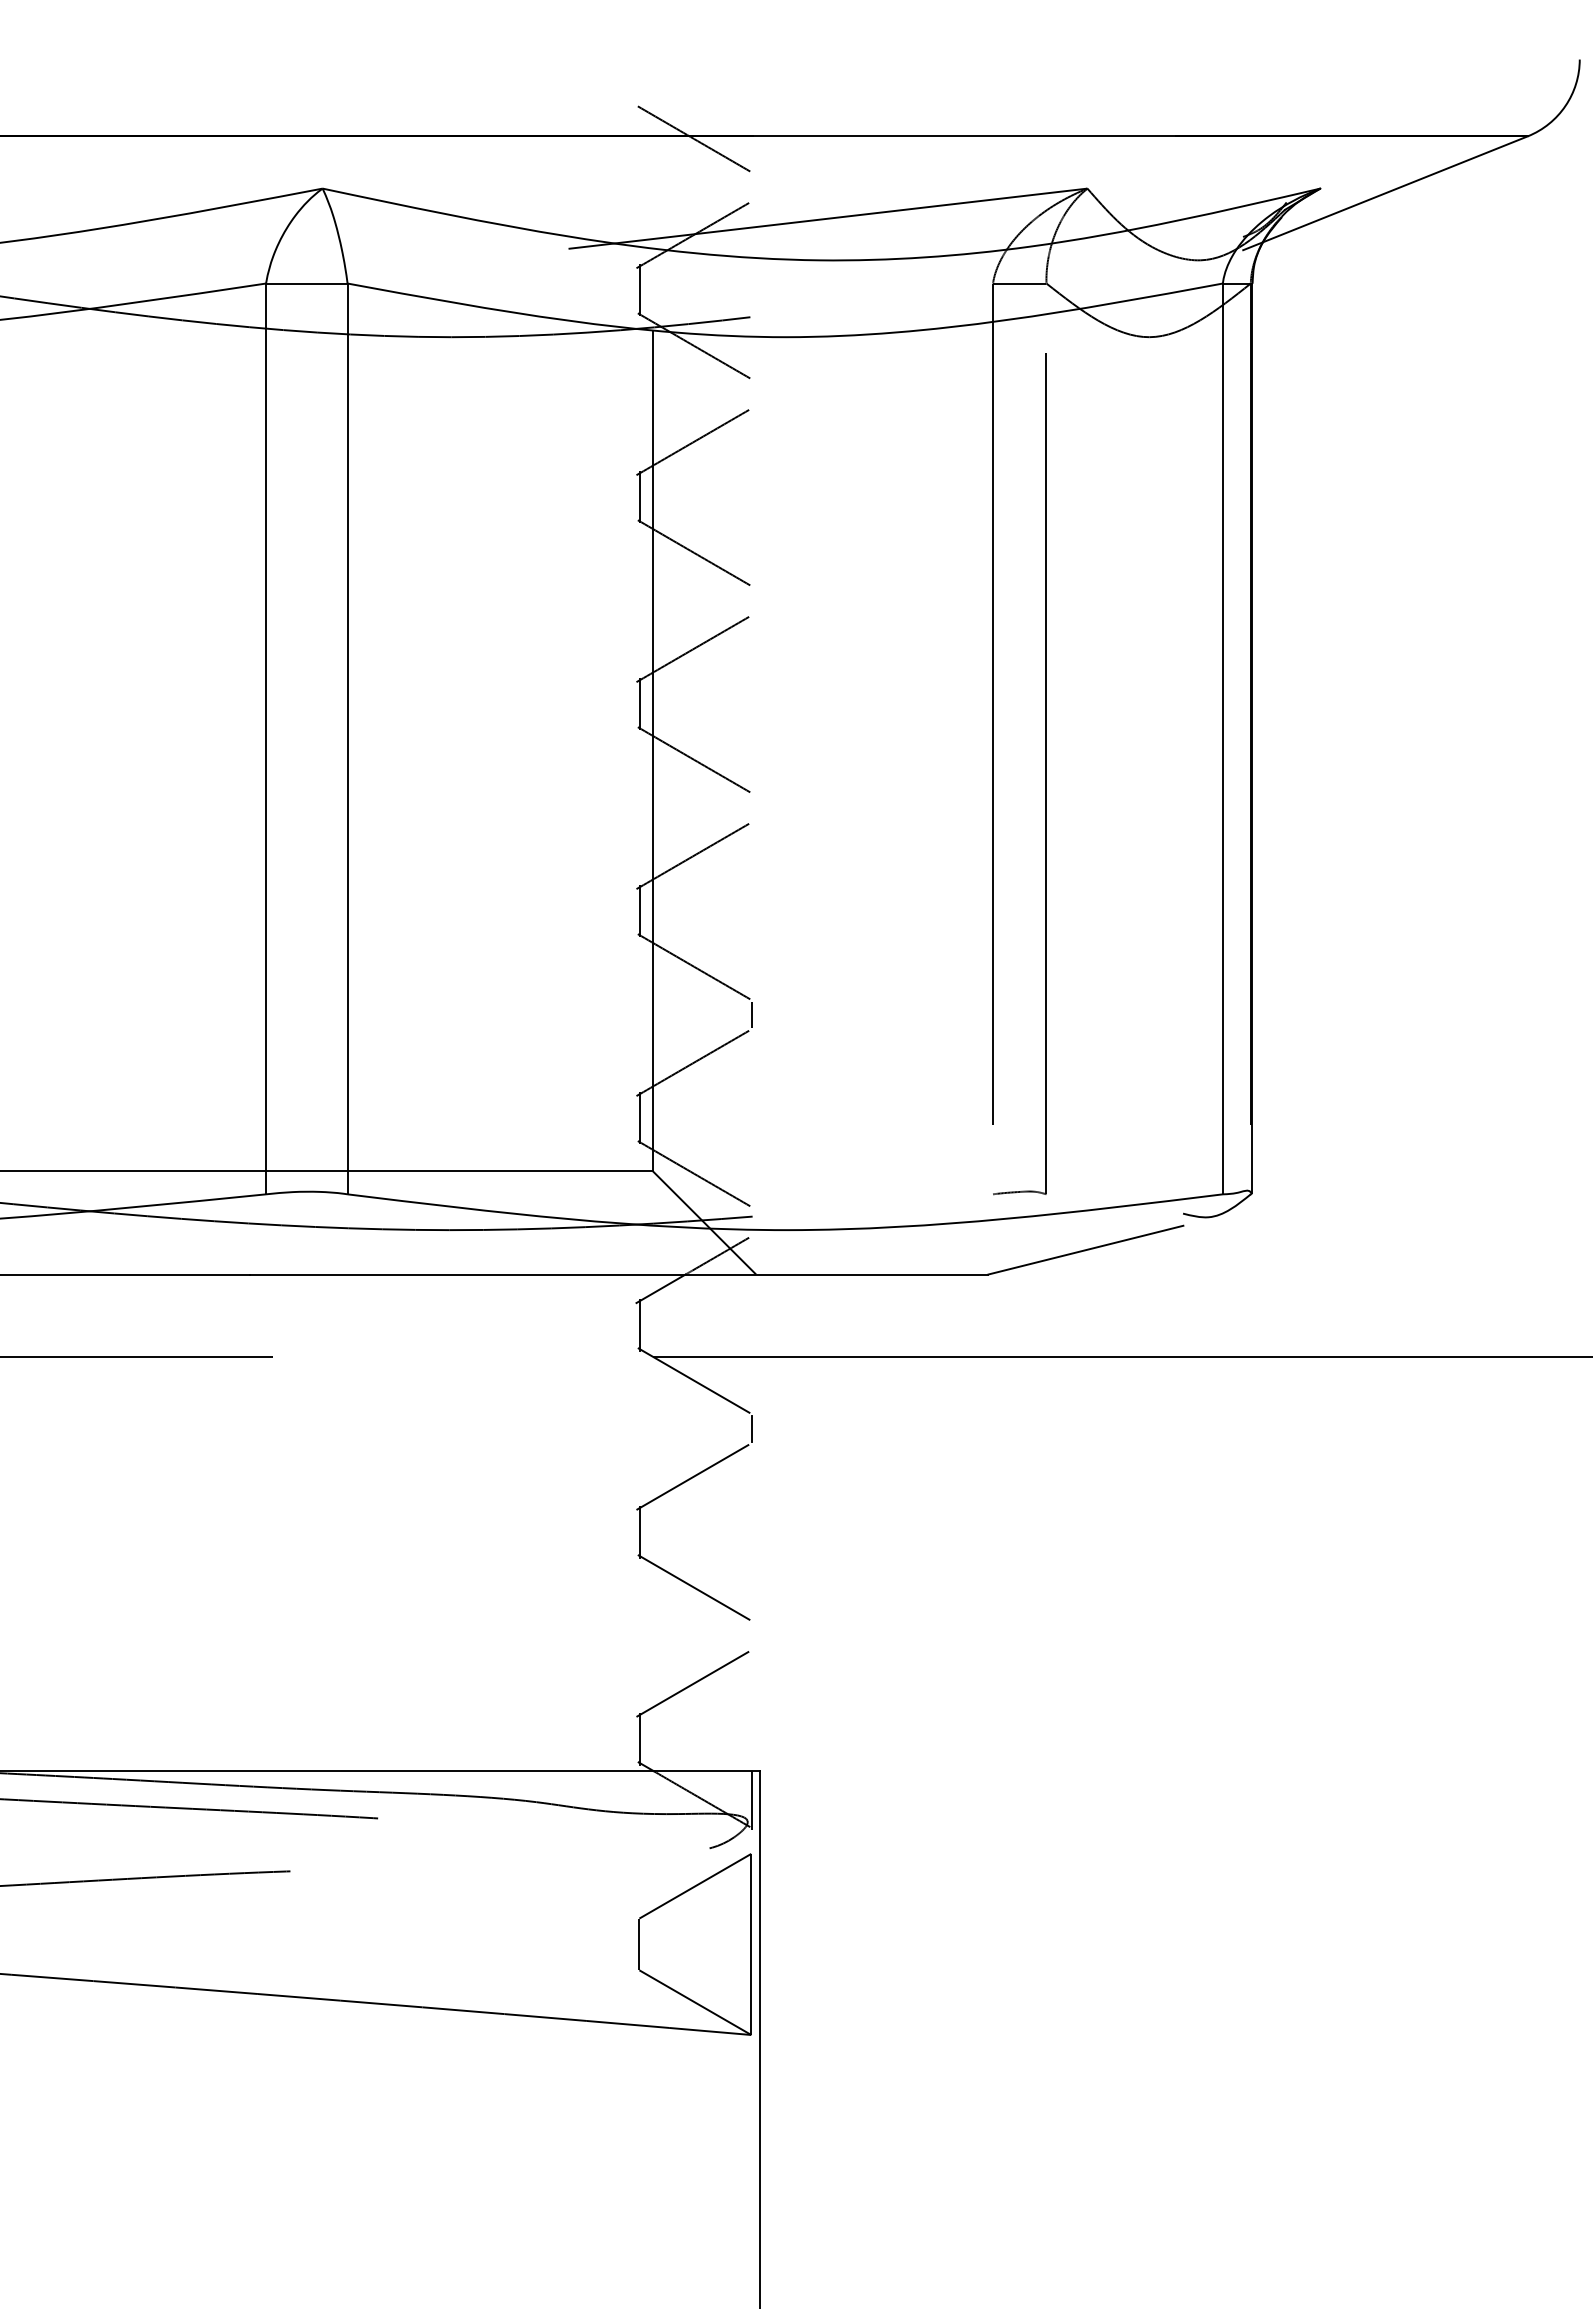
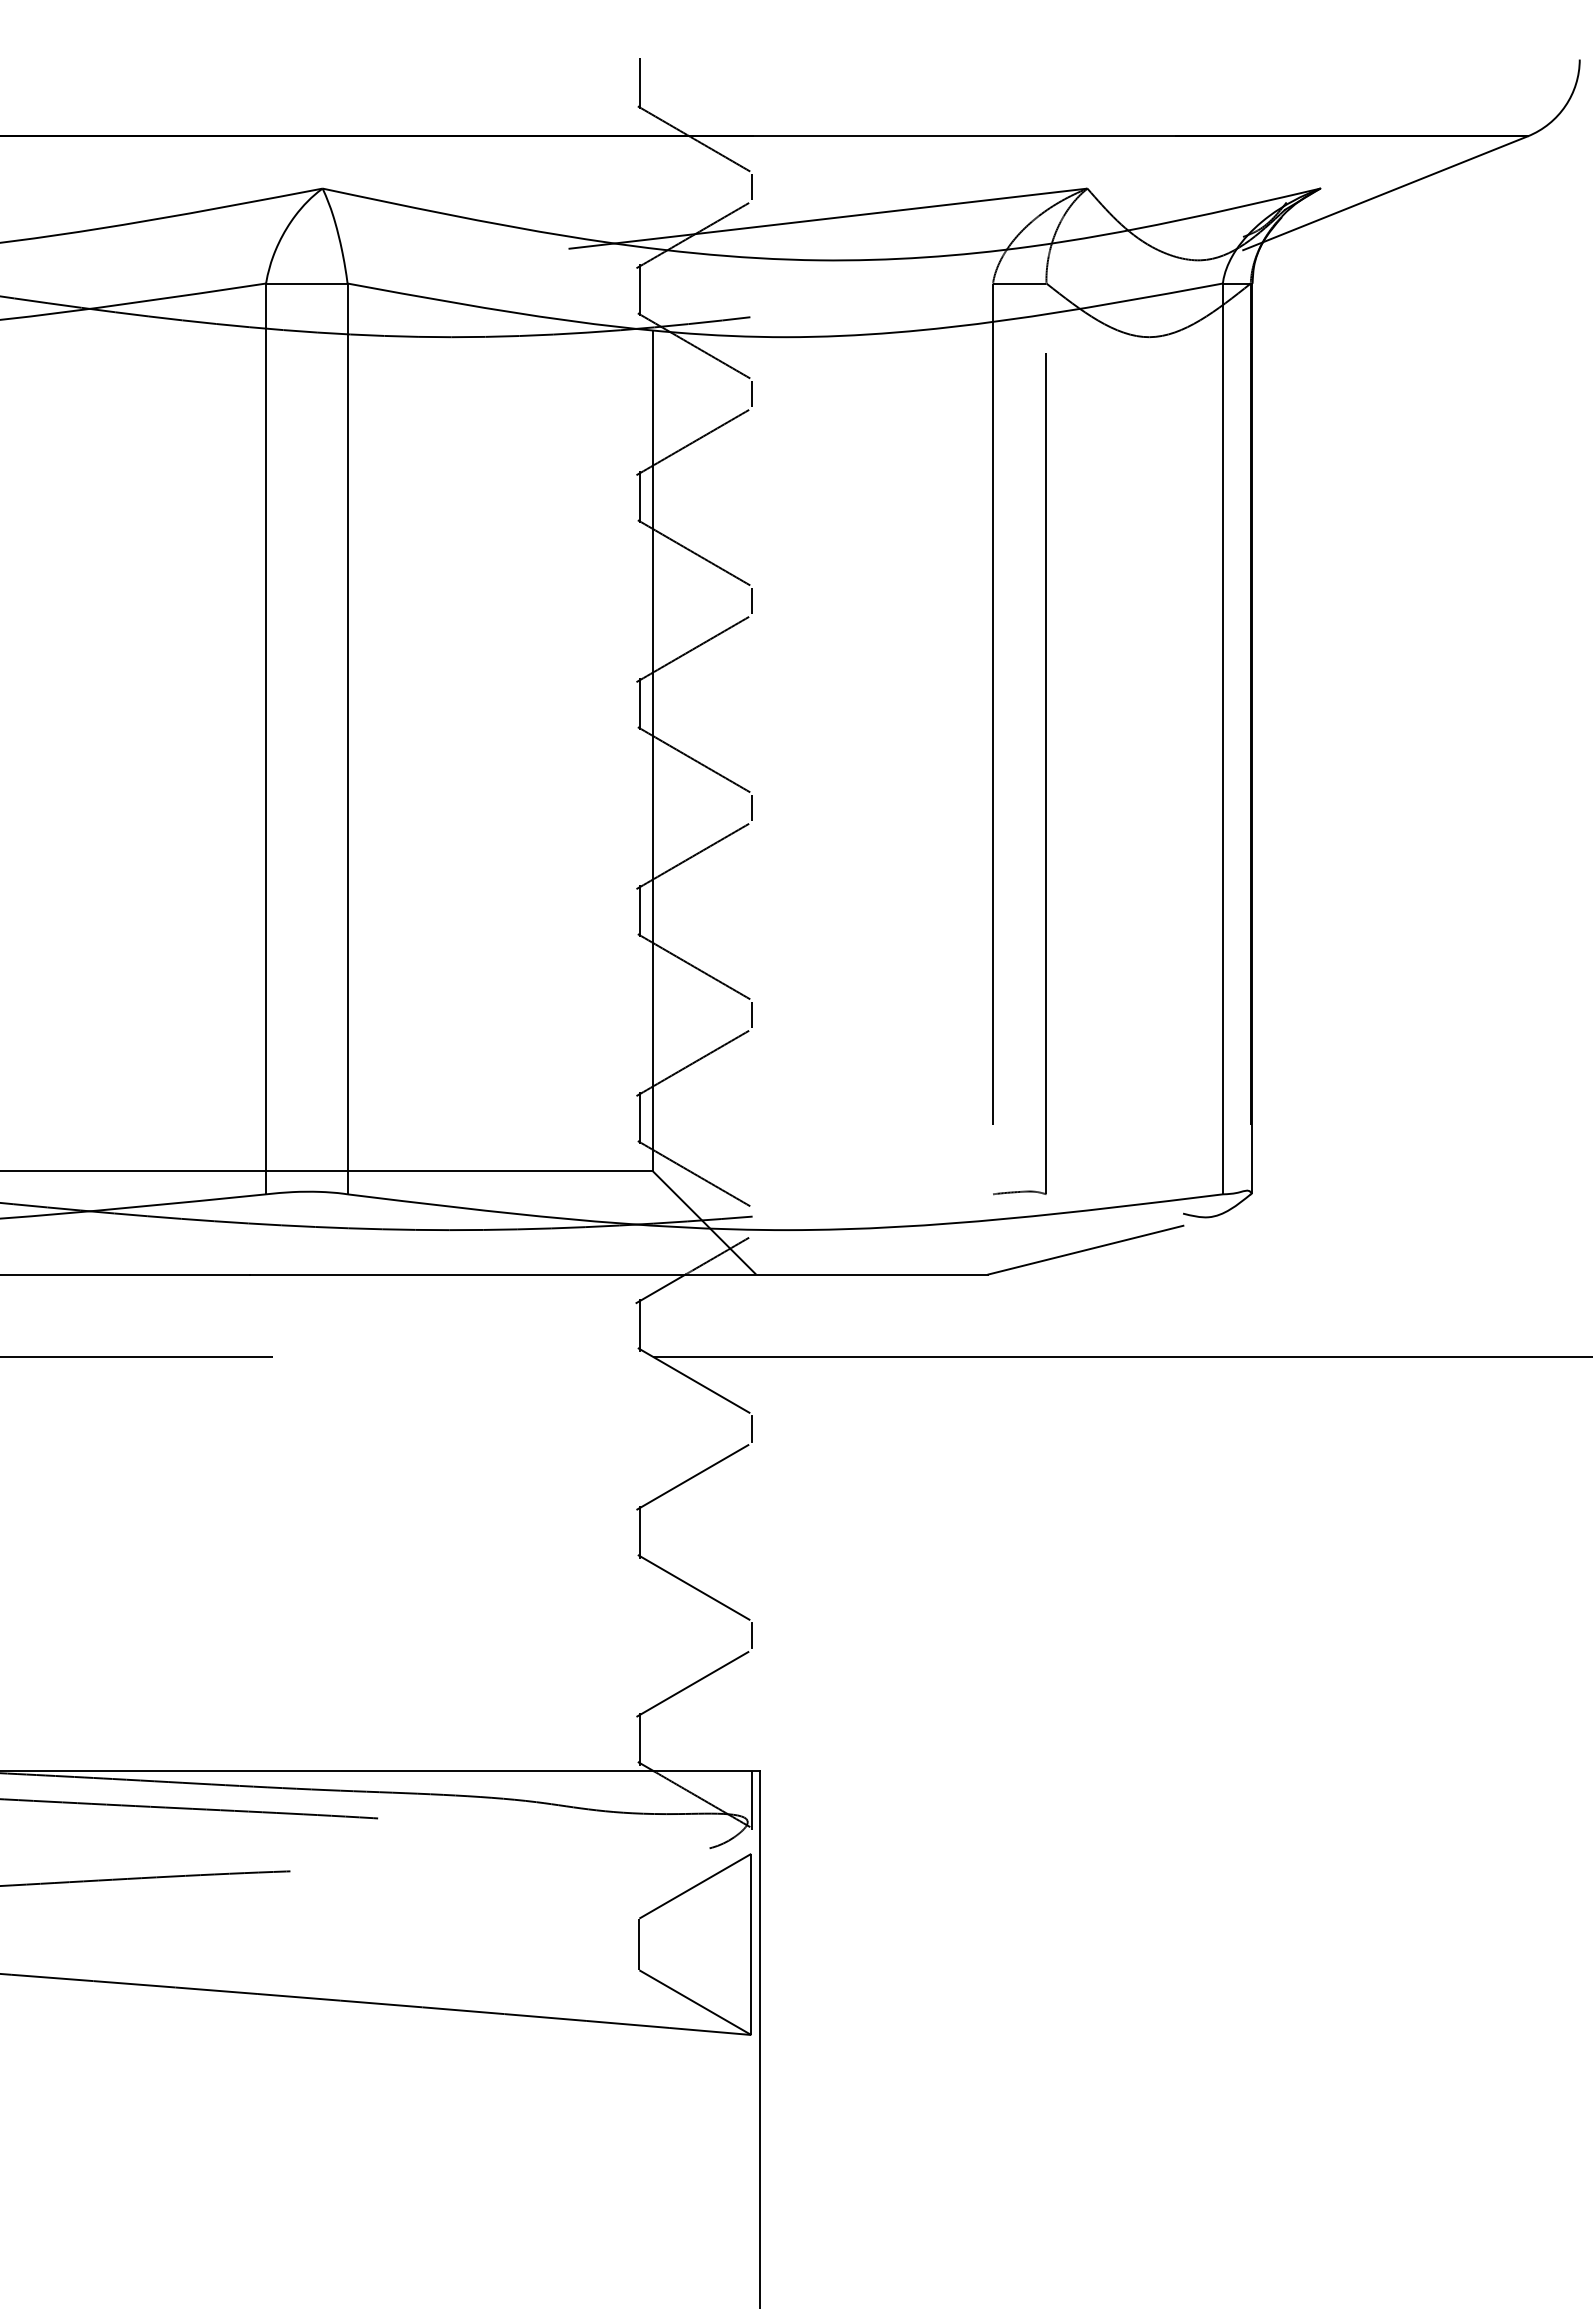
line at (639, 83): none -> present
line at (751, 186): none -> present
line at (751, 393): none -> present
line at (751, 600): none -> present
line at (751, 807): none -> present
line at (751, 1635): none -> present
